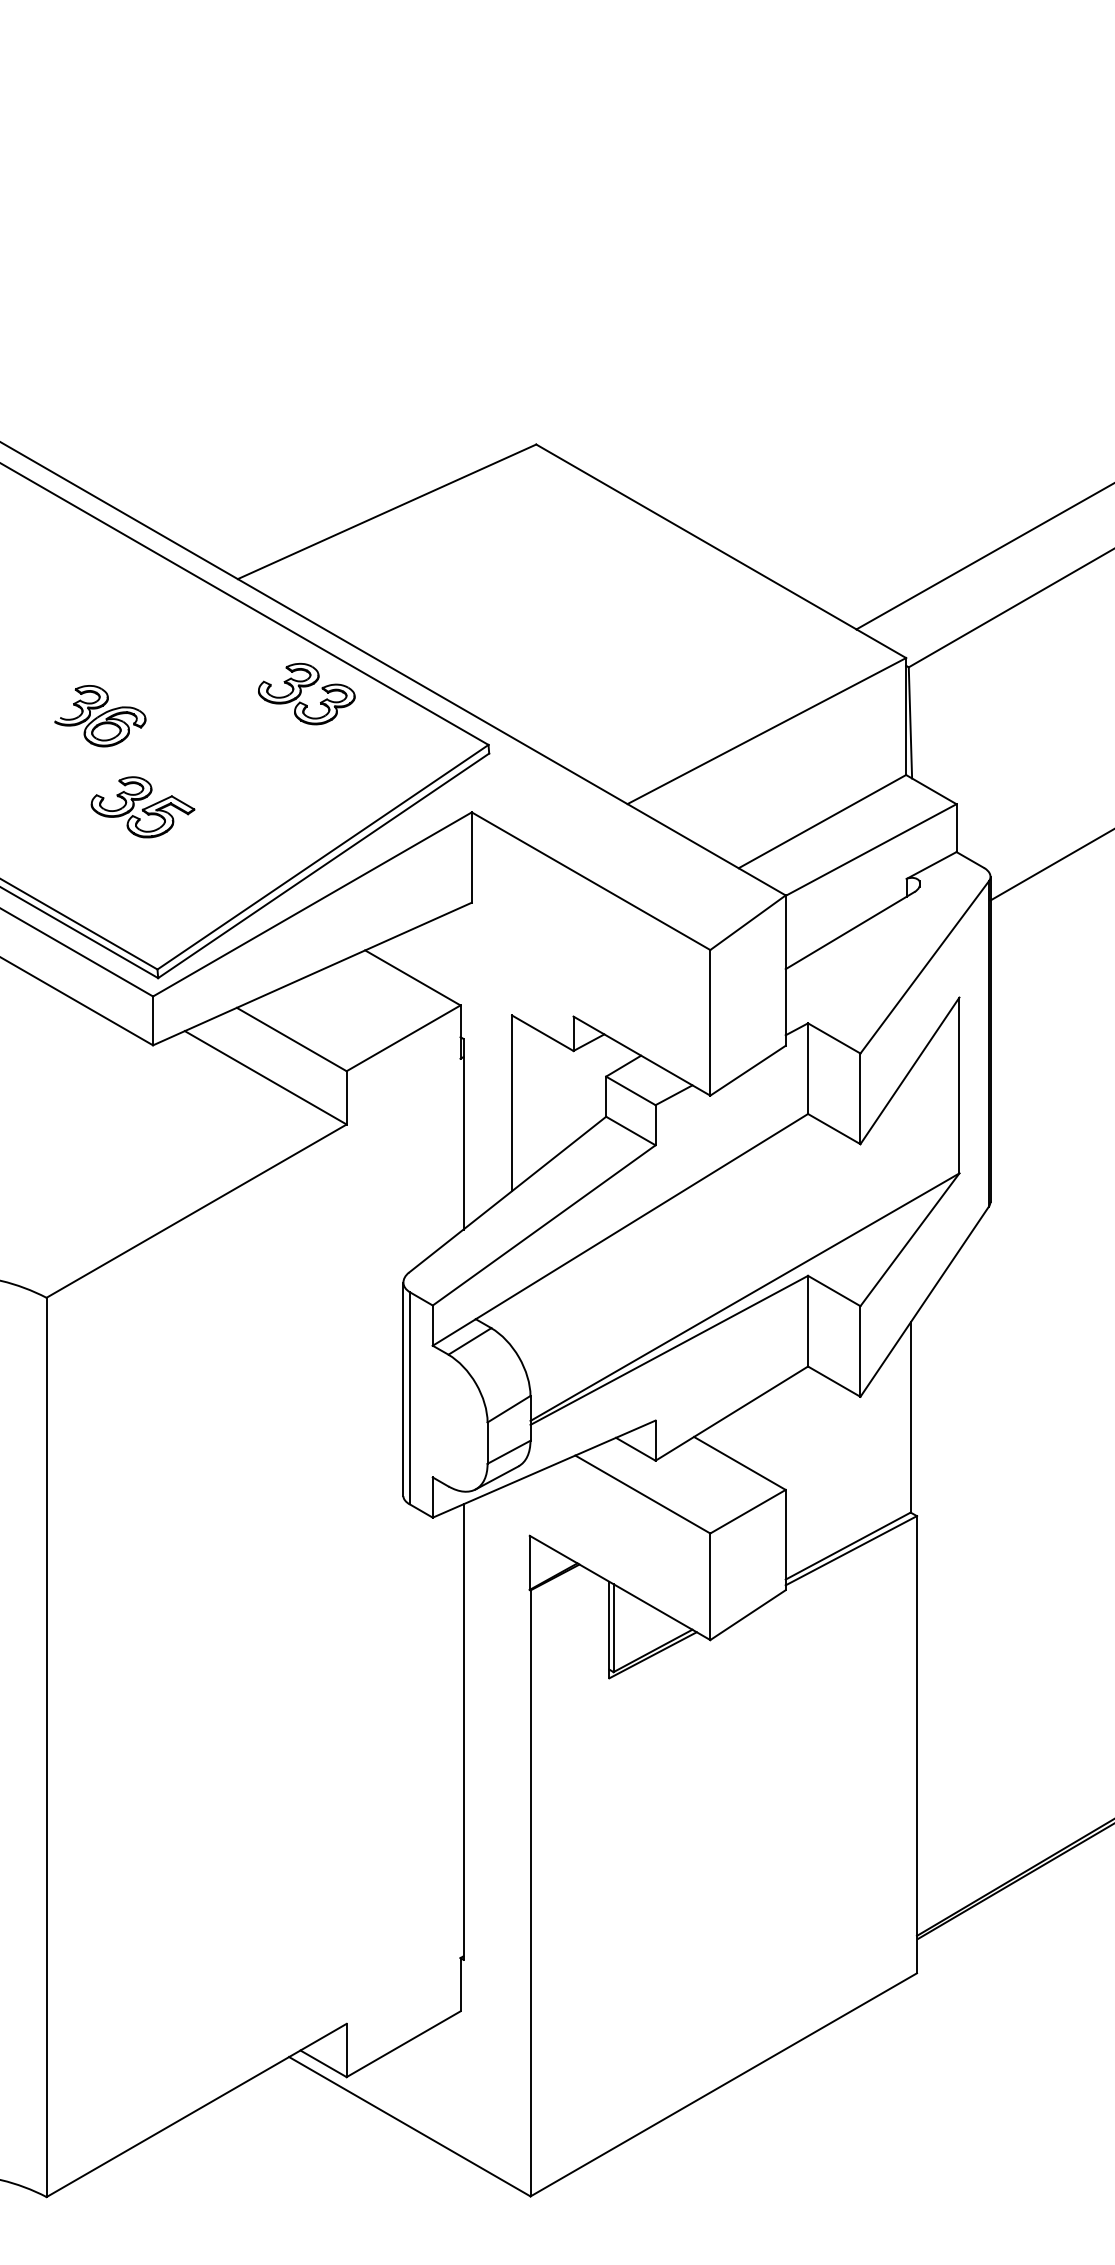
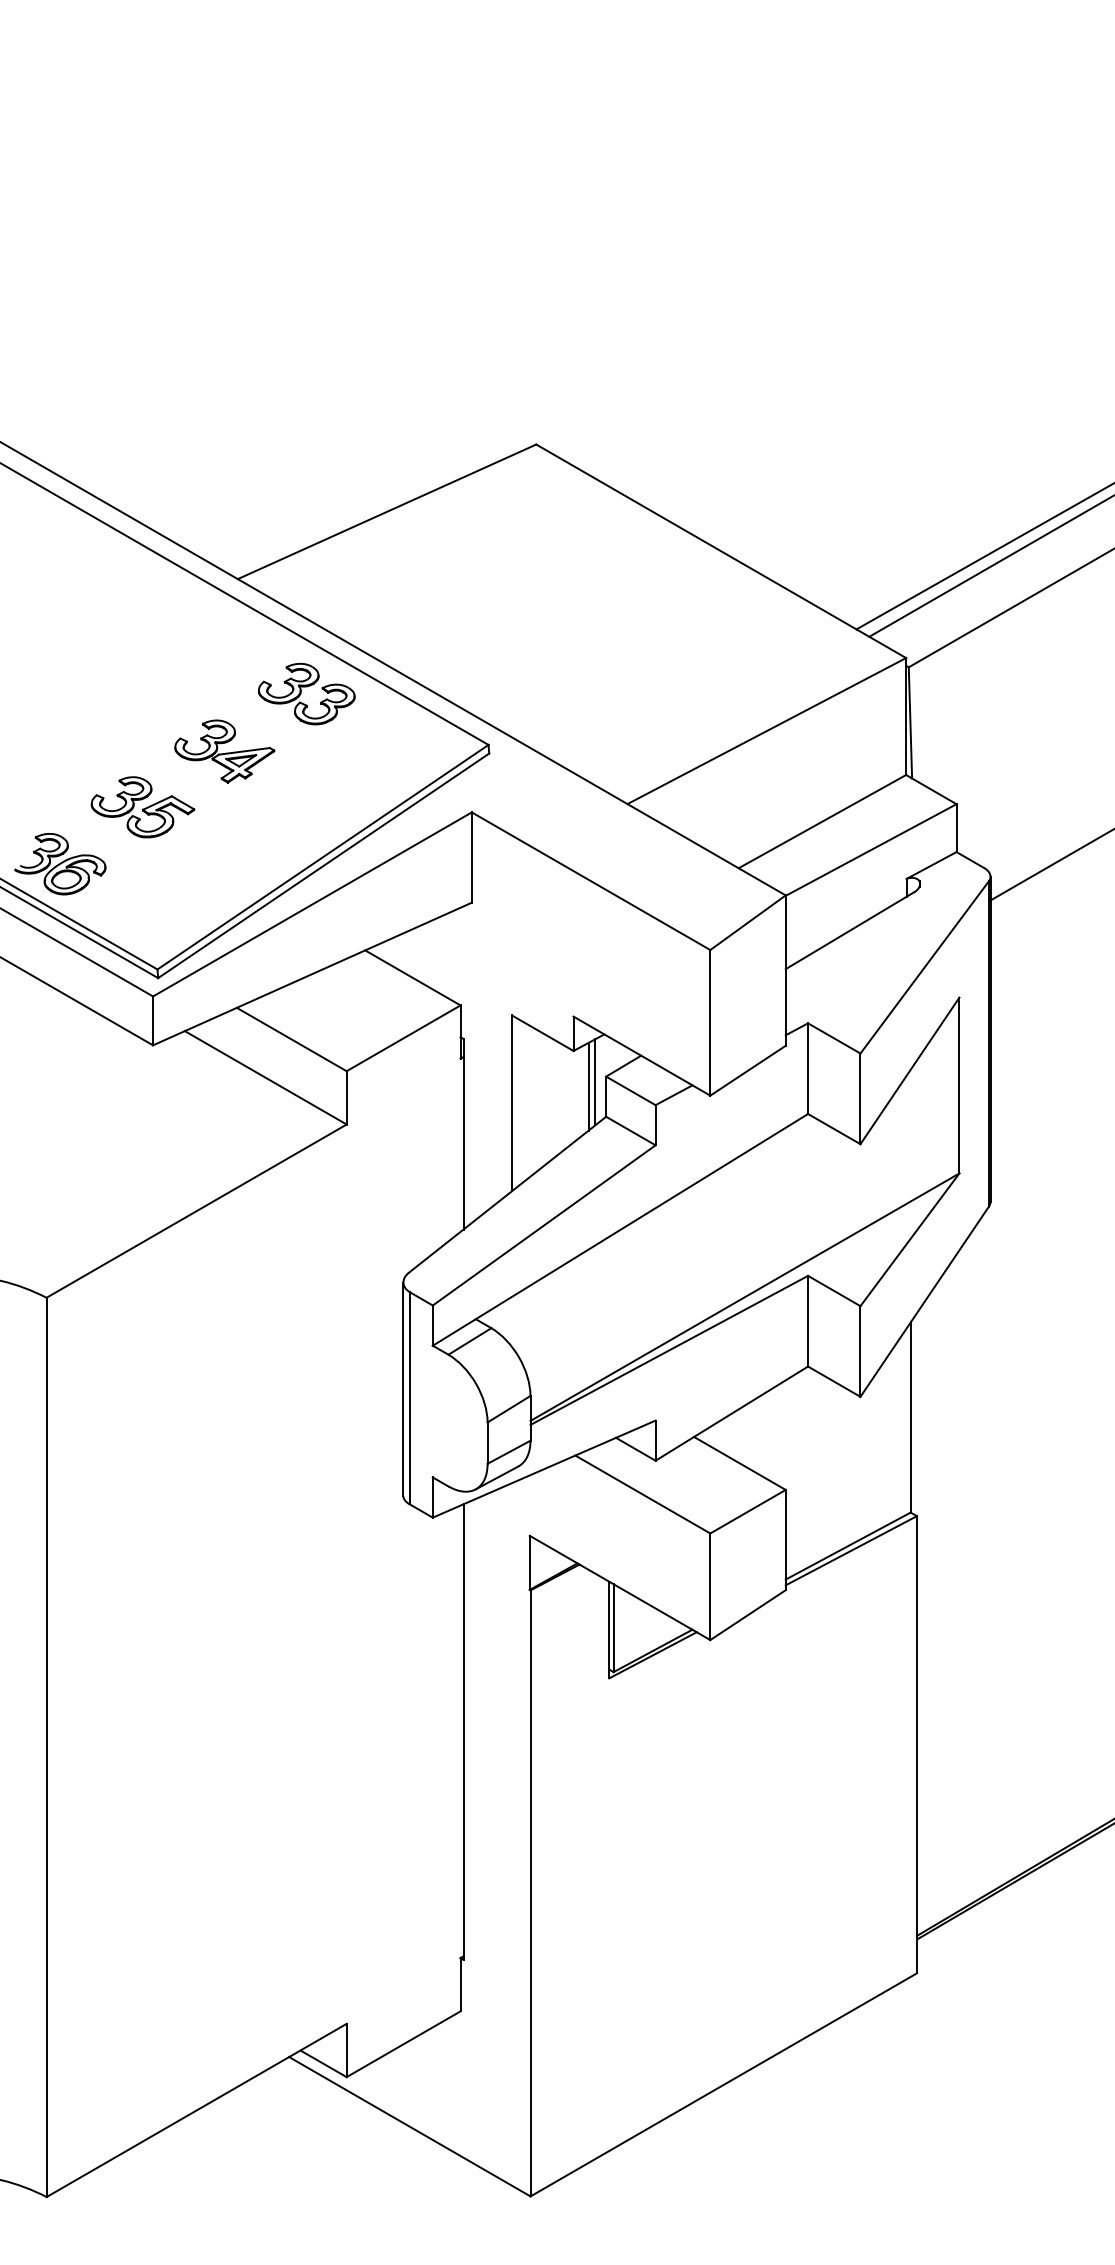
line at (990, 566): none -> present
part at (100, 716) position: (100, 716) -> (60, 864)
part at (224, 751): none -> present
line at (595, 1082): none -> present
line at (588, 1086): none -> present
